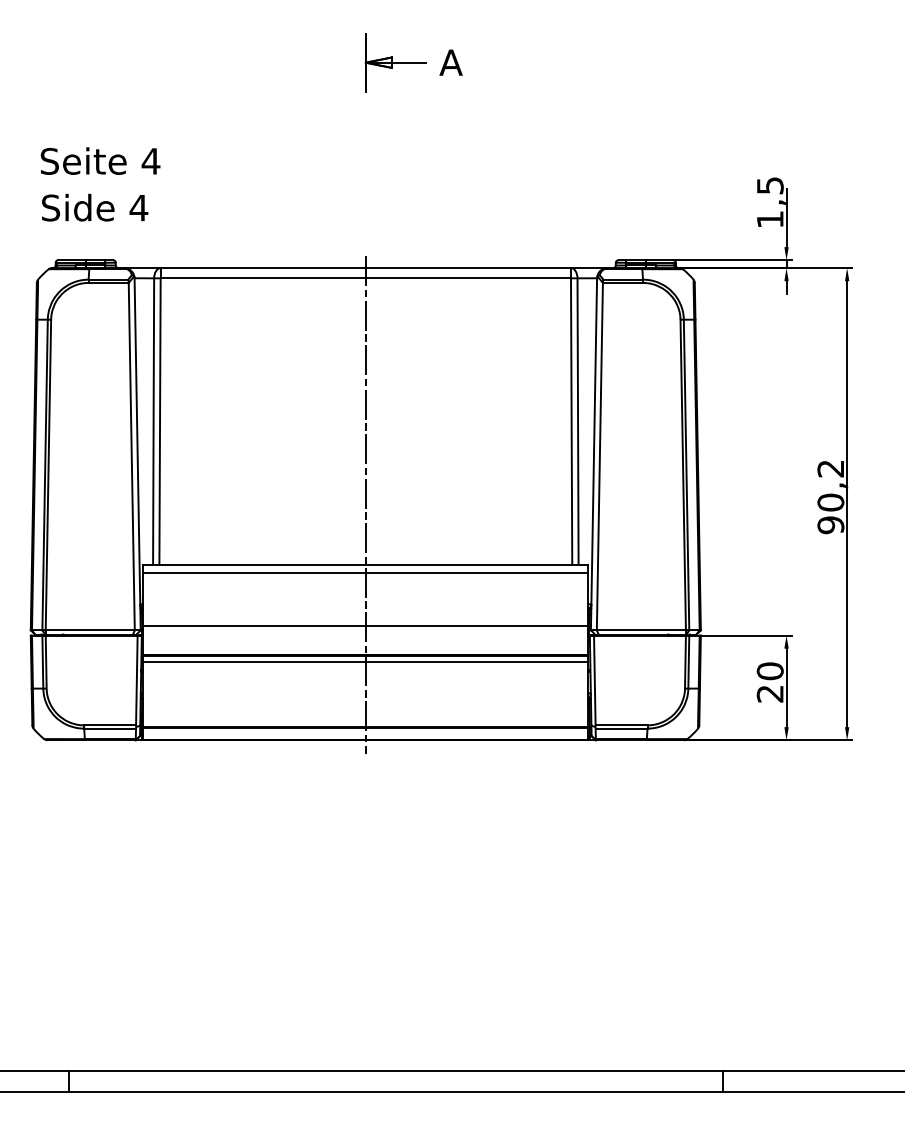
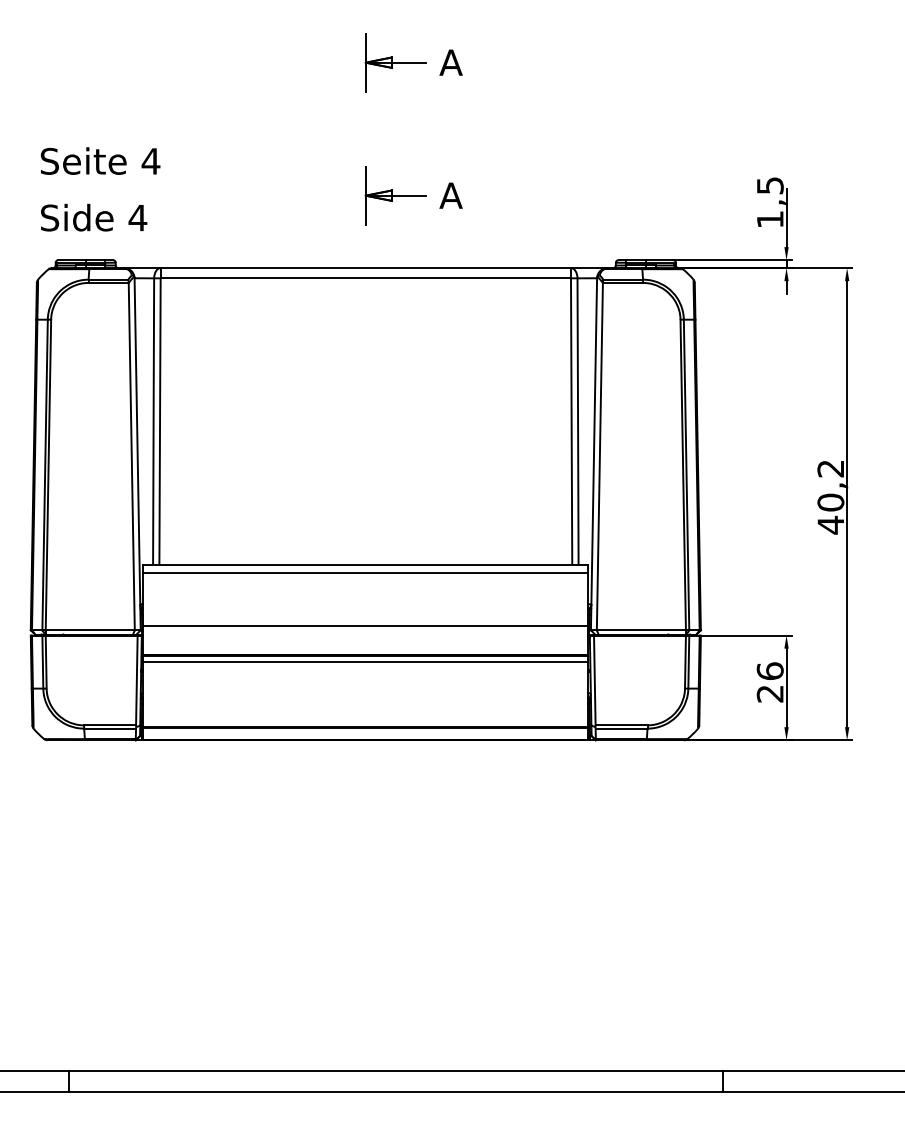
part at (413, 195): none -> present
text at (95, 207) position: (95, 207) -> (94, 217)
line at (365, 504): present -> none
text at (830, 525): 90,2 -> 40,2
text at (769, 671): 20 -> 26
